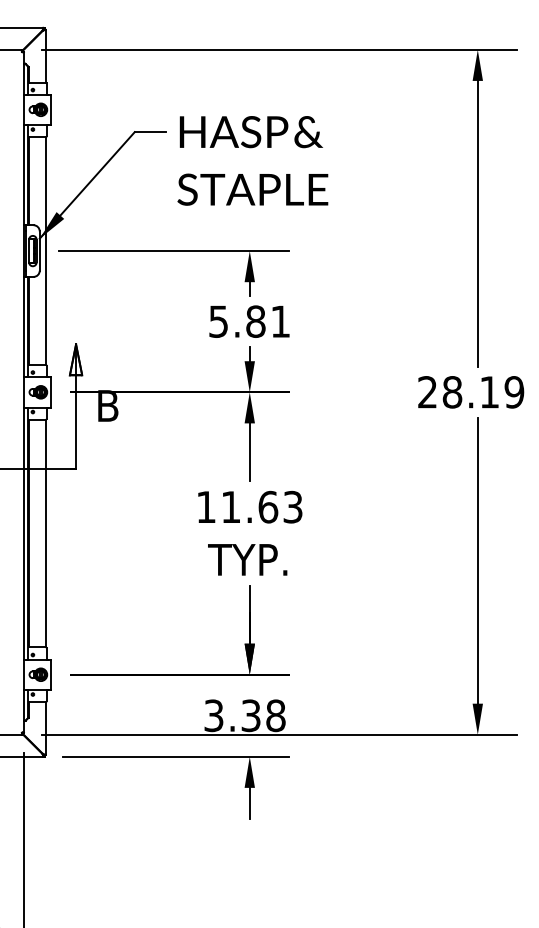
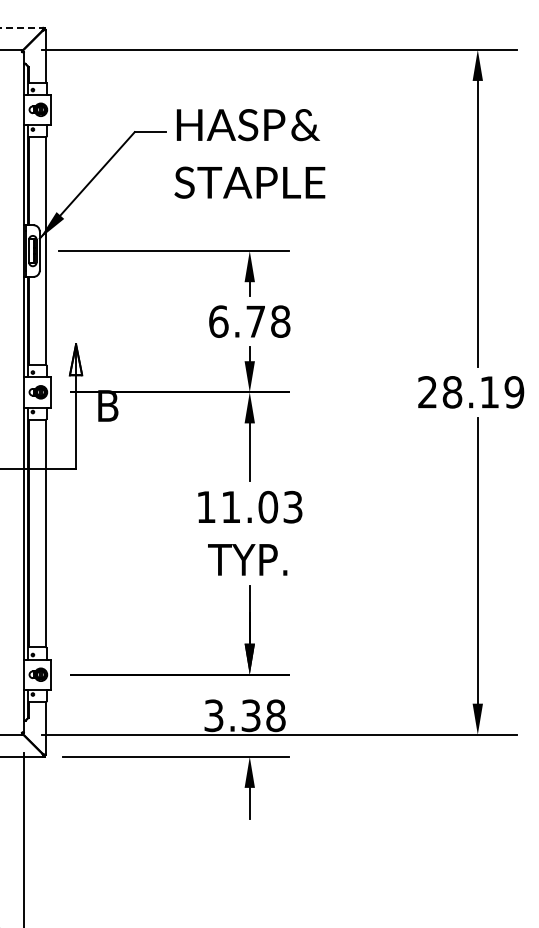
line at (22, 27): solid -> dashed
text at (252, 160) position: (252, 160) -> (249, 153)
text at (249, 321): 5.81 -> 6.78
text at (268, 506): 11.63 -> 11.03
